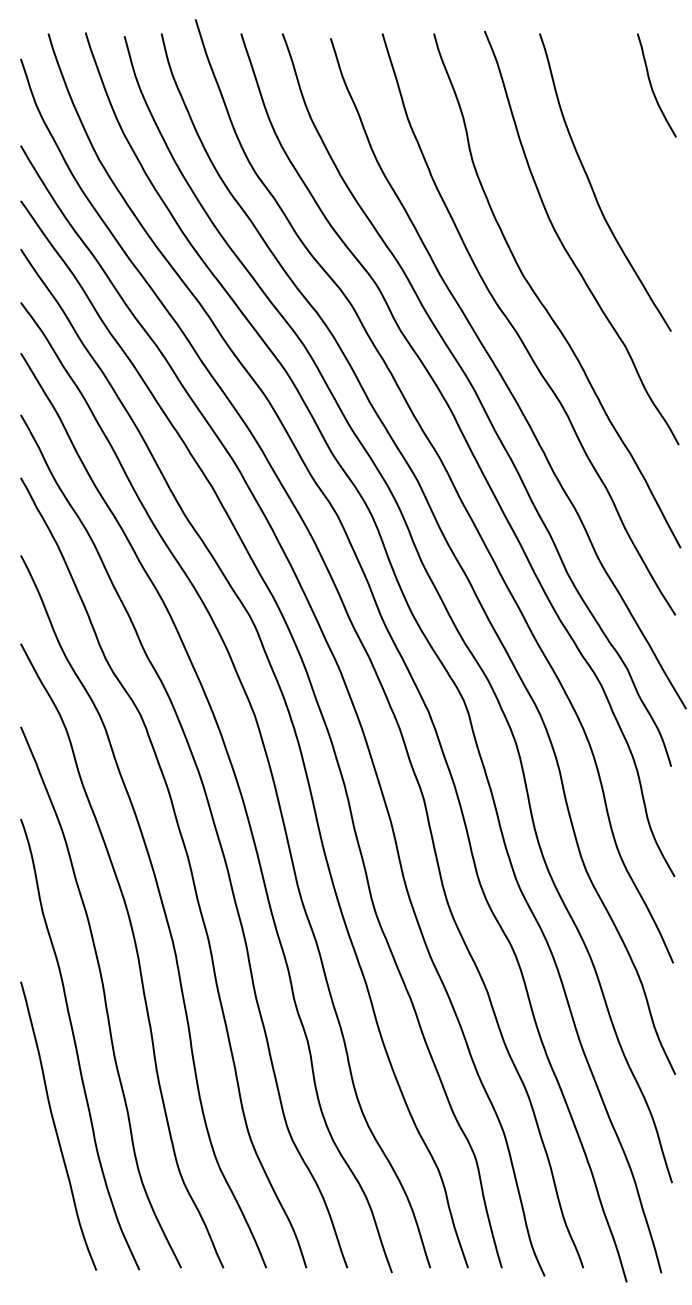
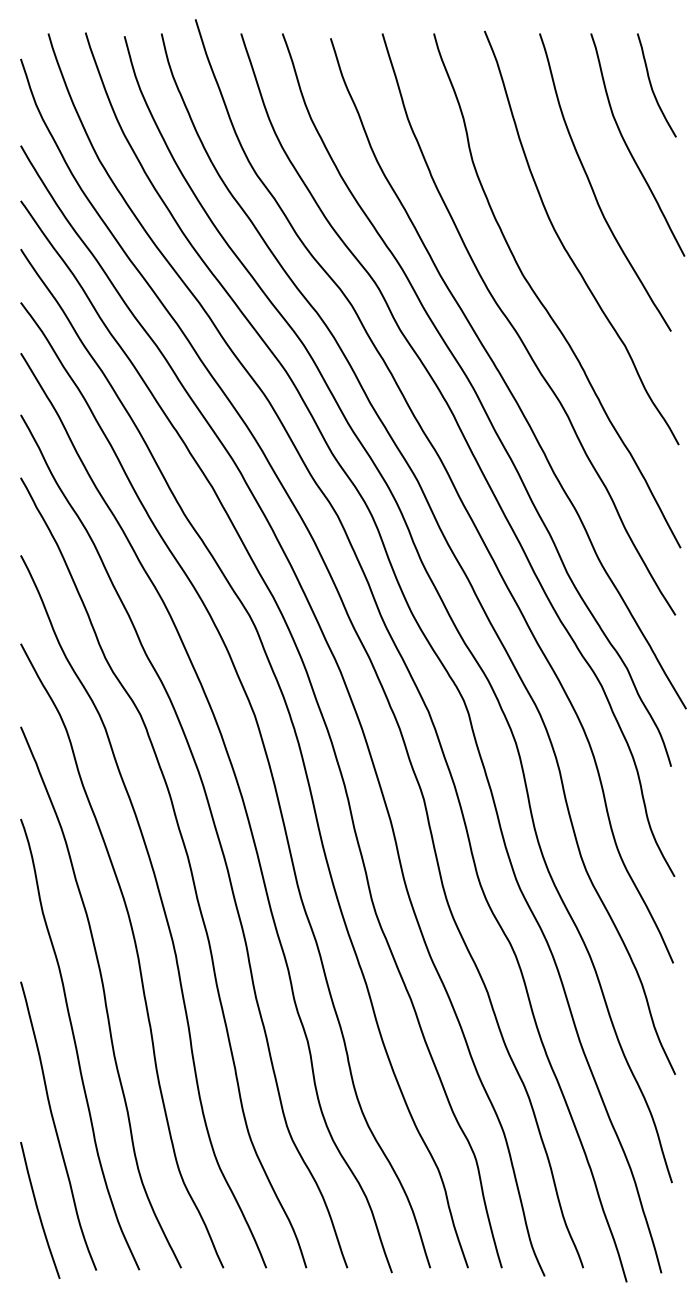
curve at (629, 148): none -> present
curve at (38, 1209): none -> present
